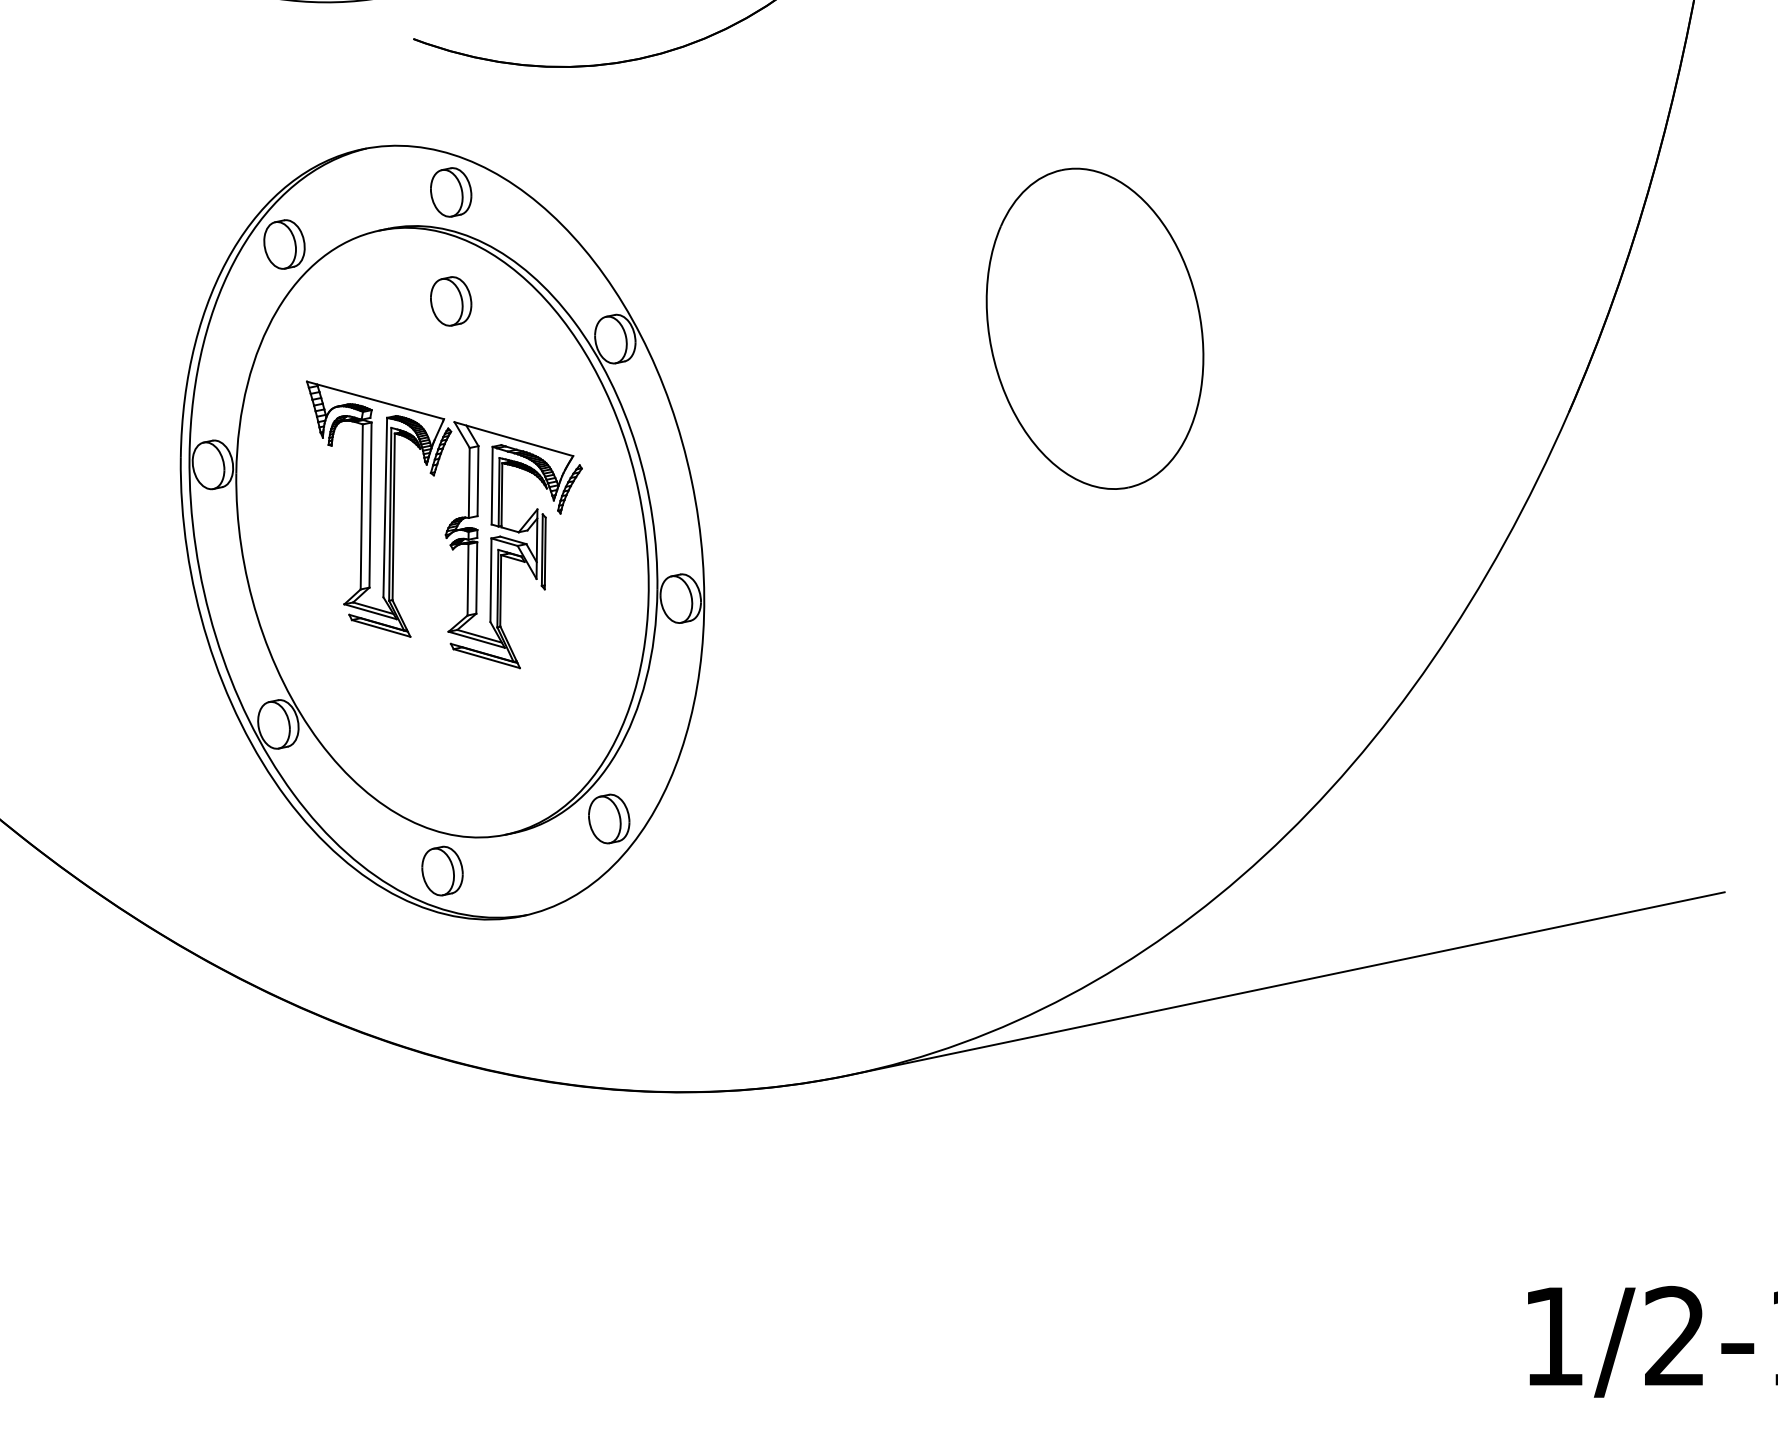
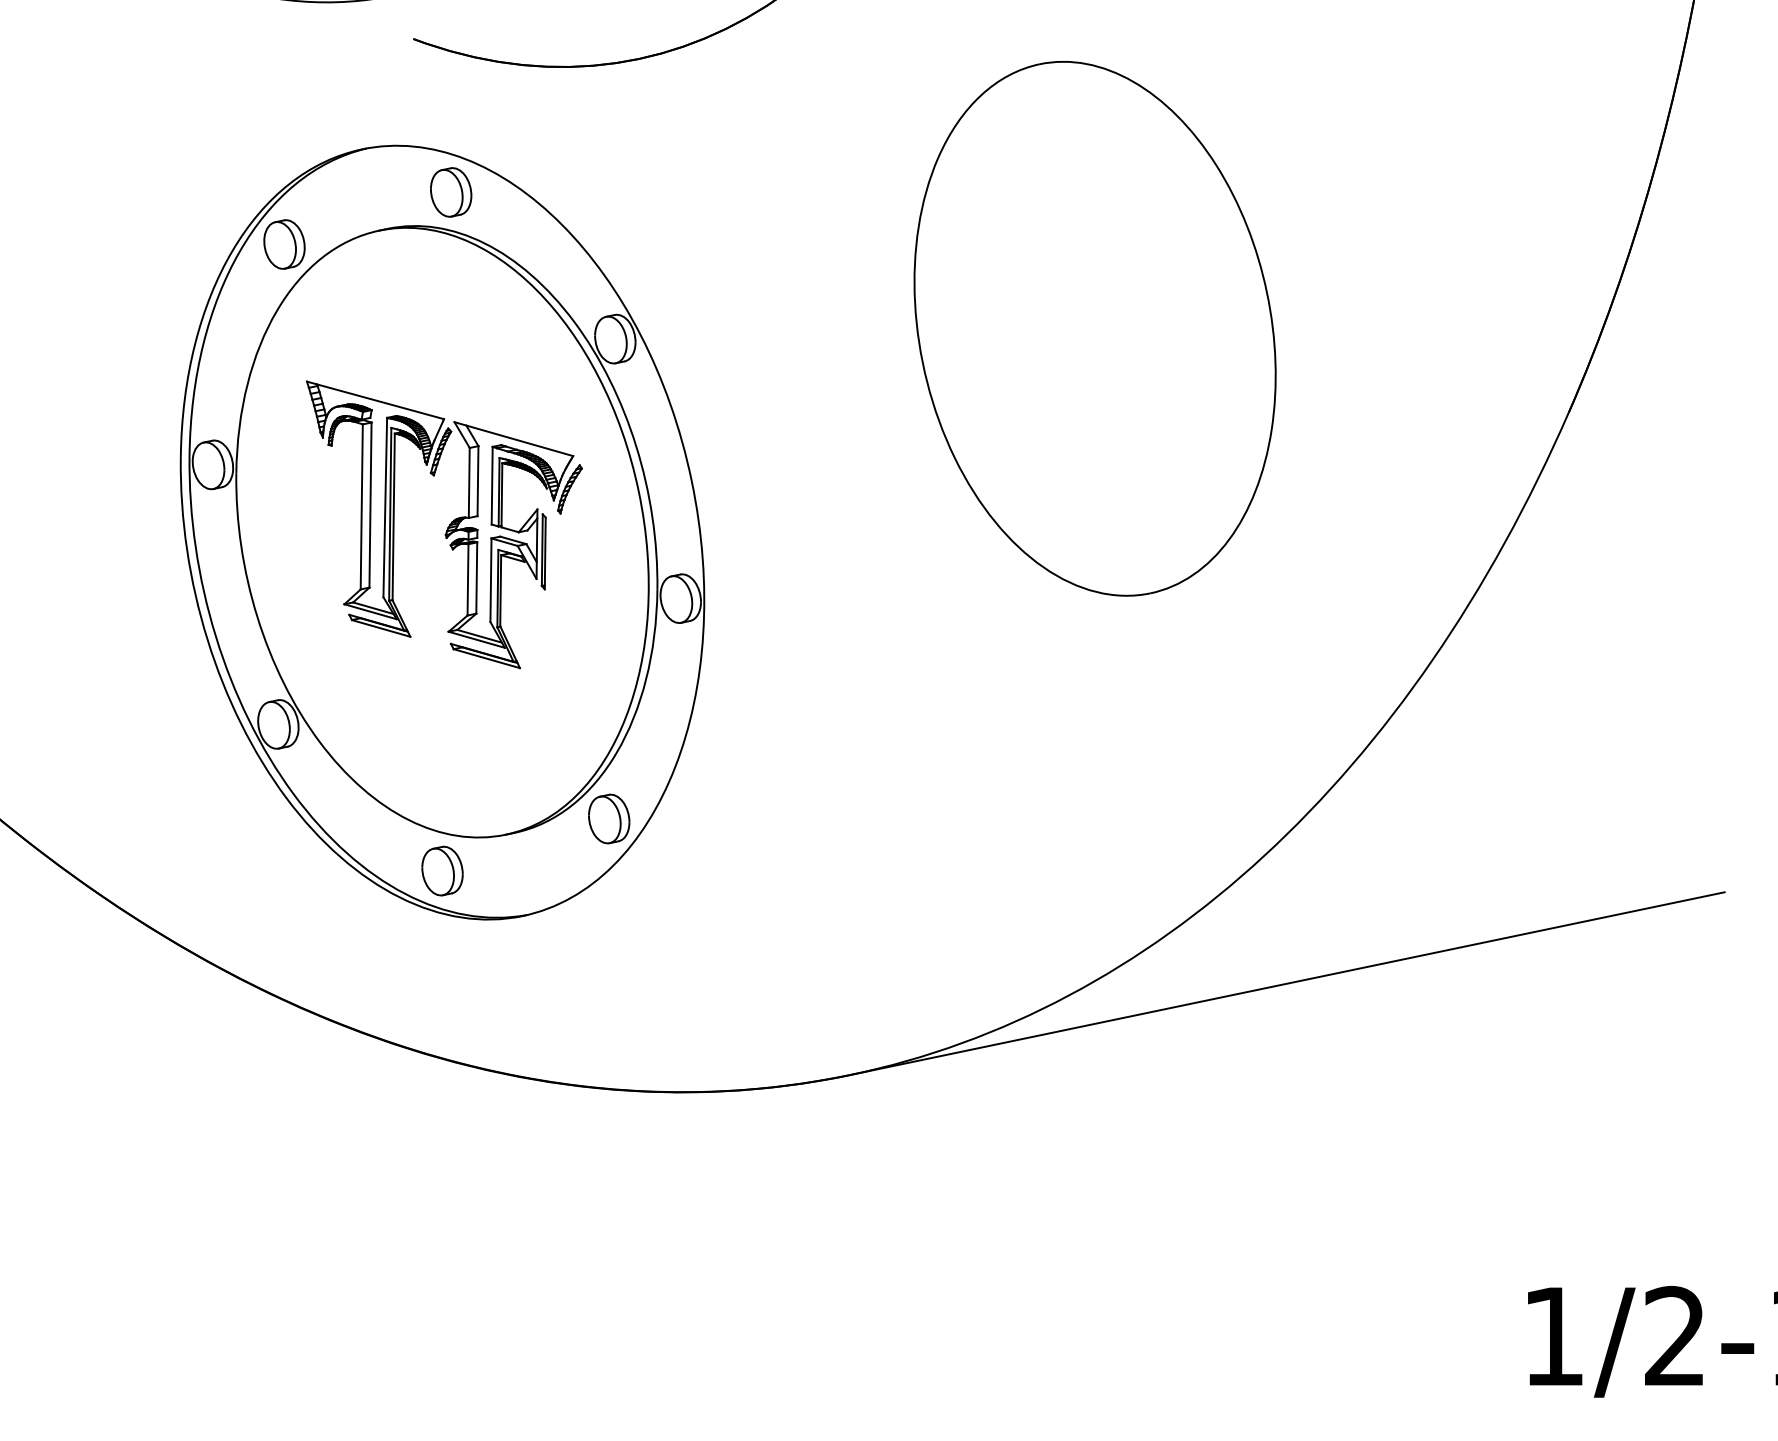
part at (451, 301): present -> none
part at (1094, 328) size: 220x323 px -> 364x536 px
